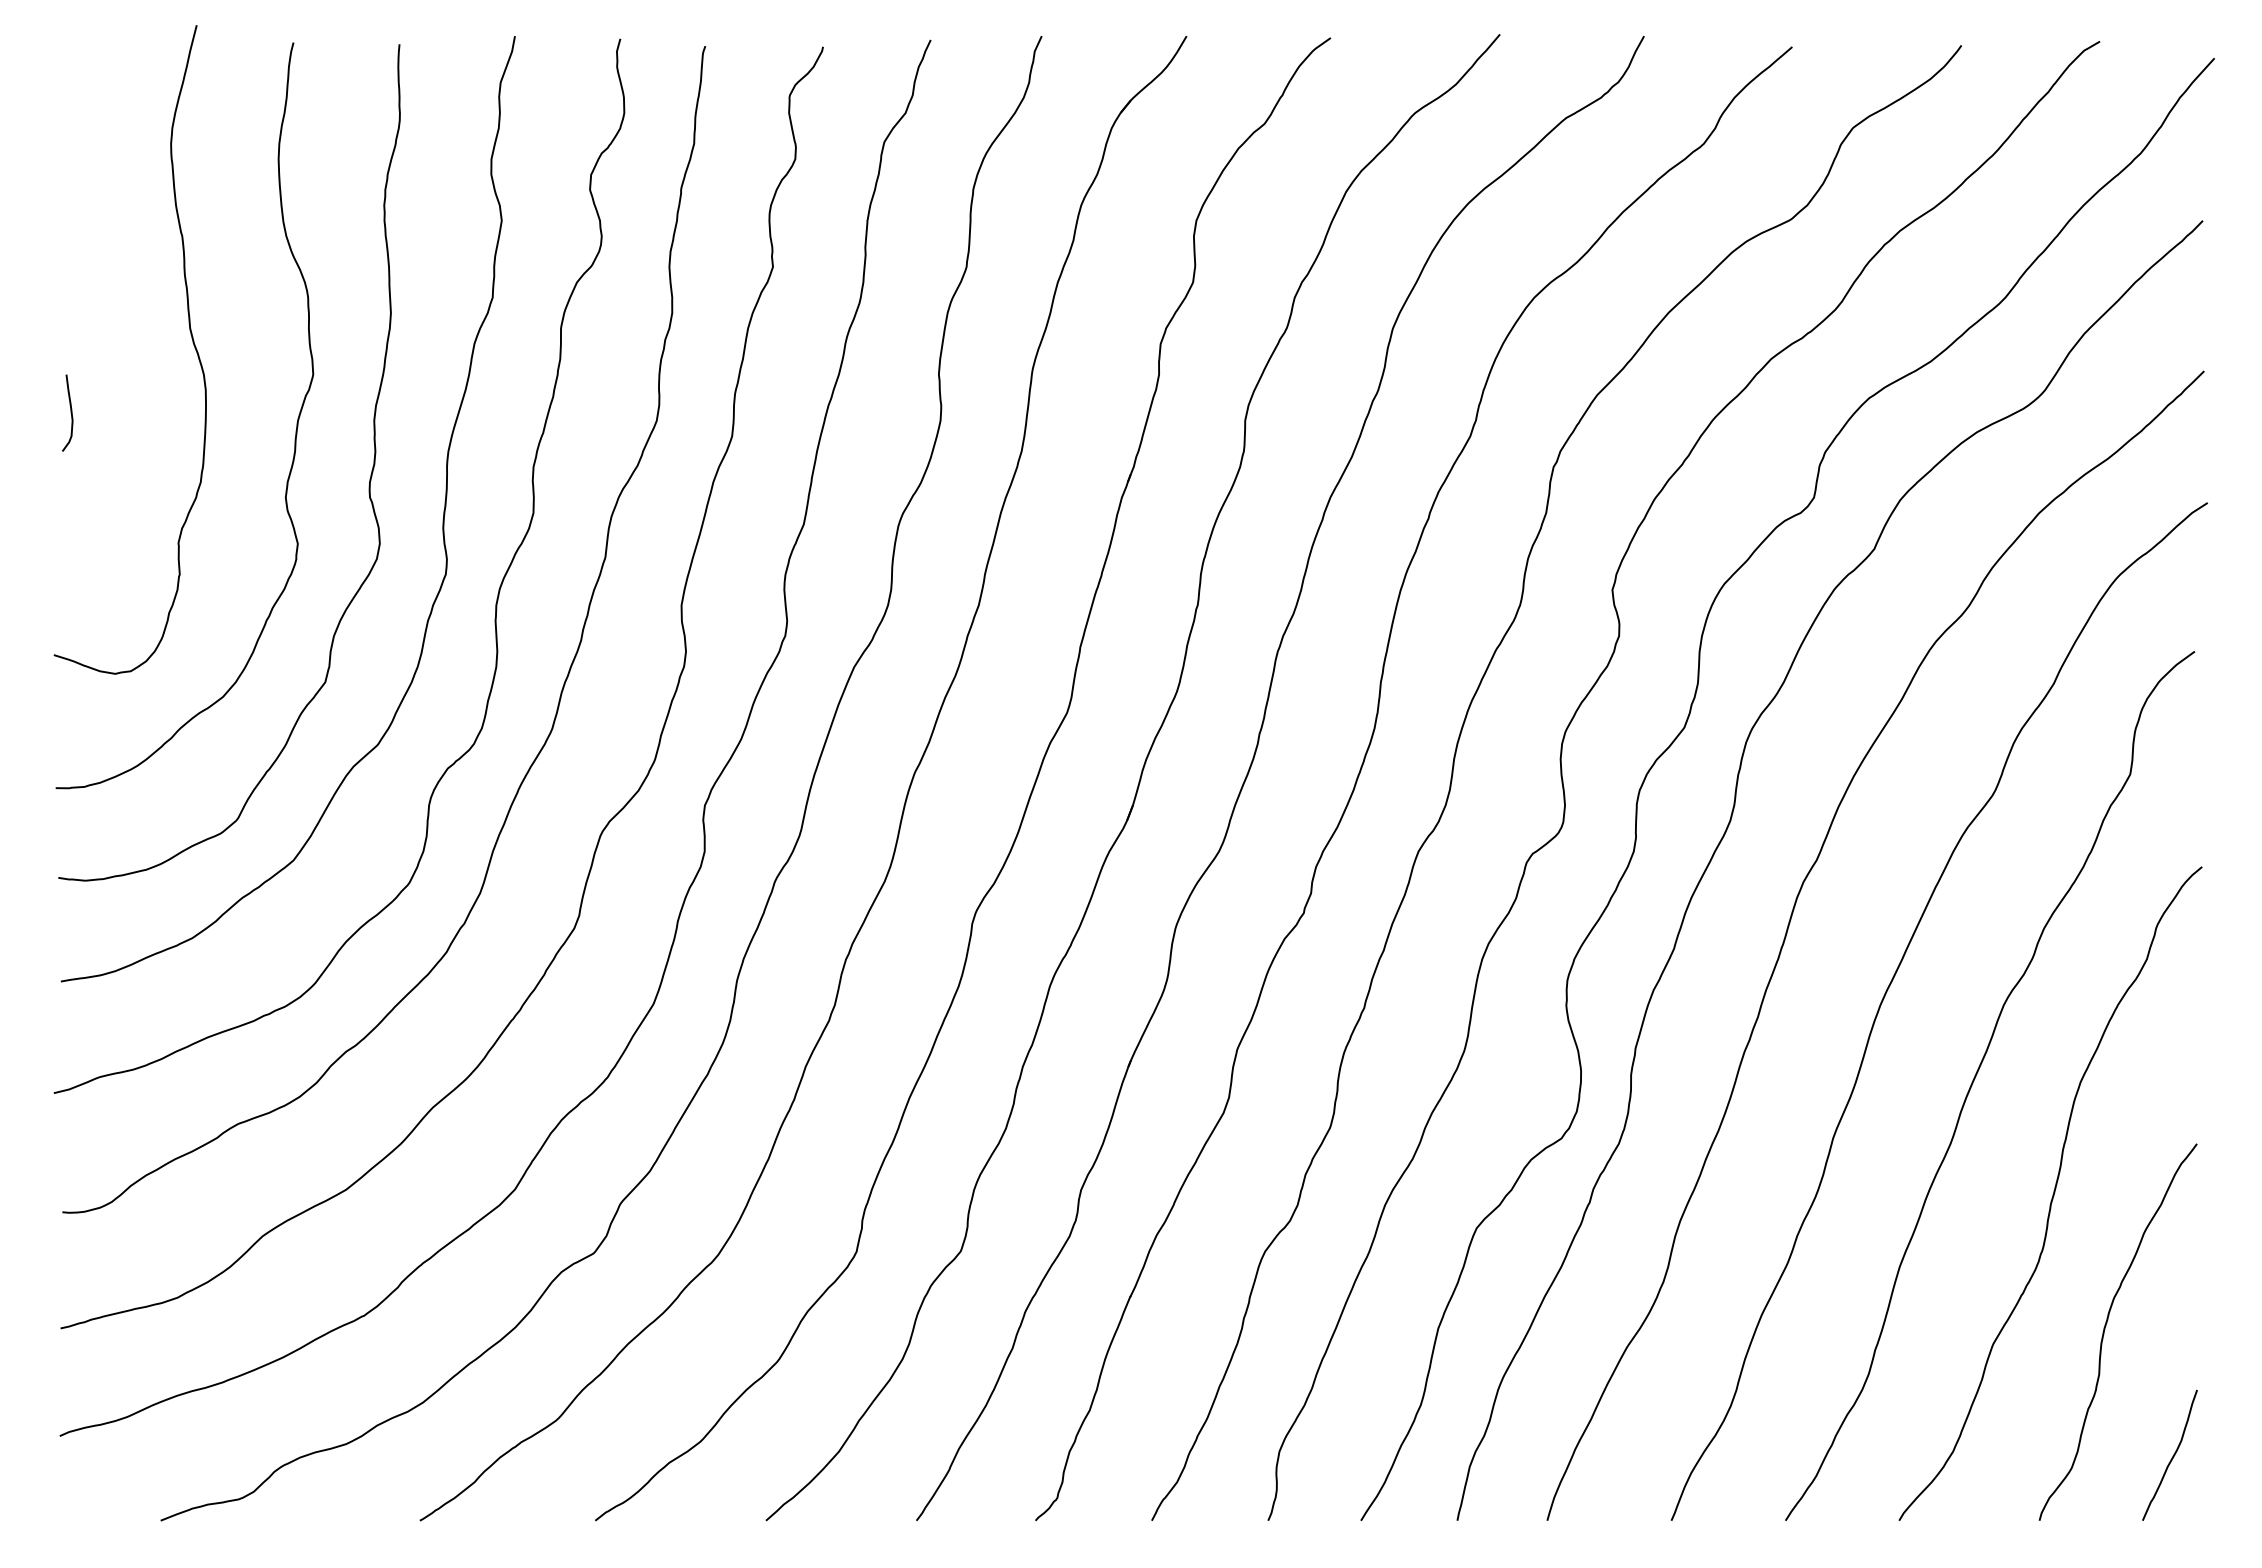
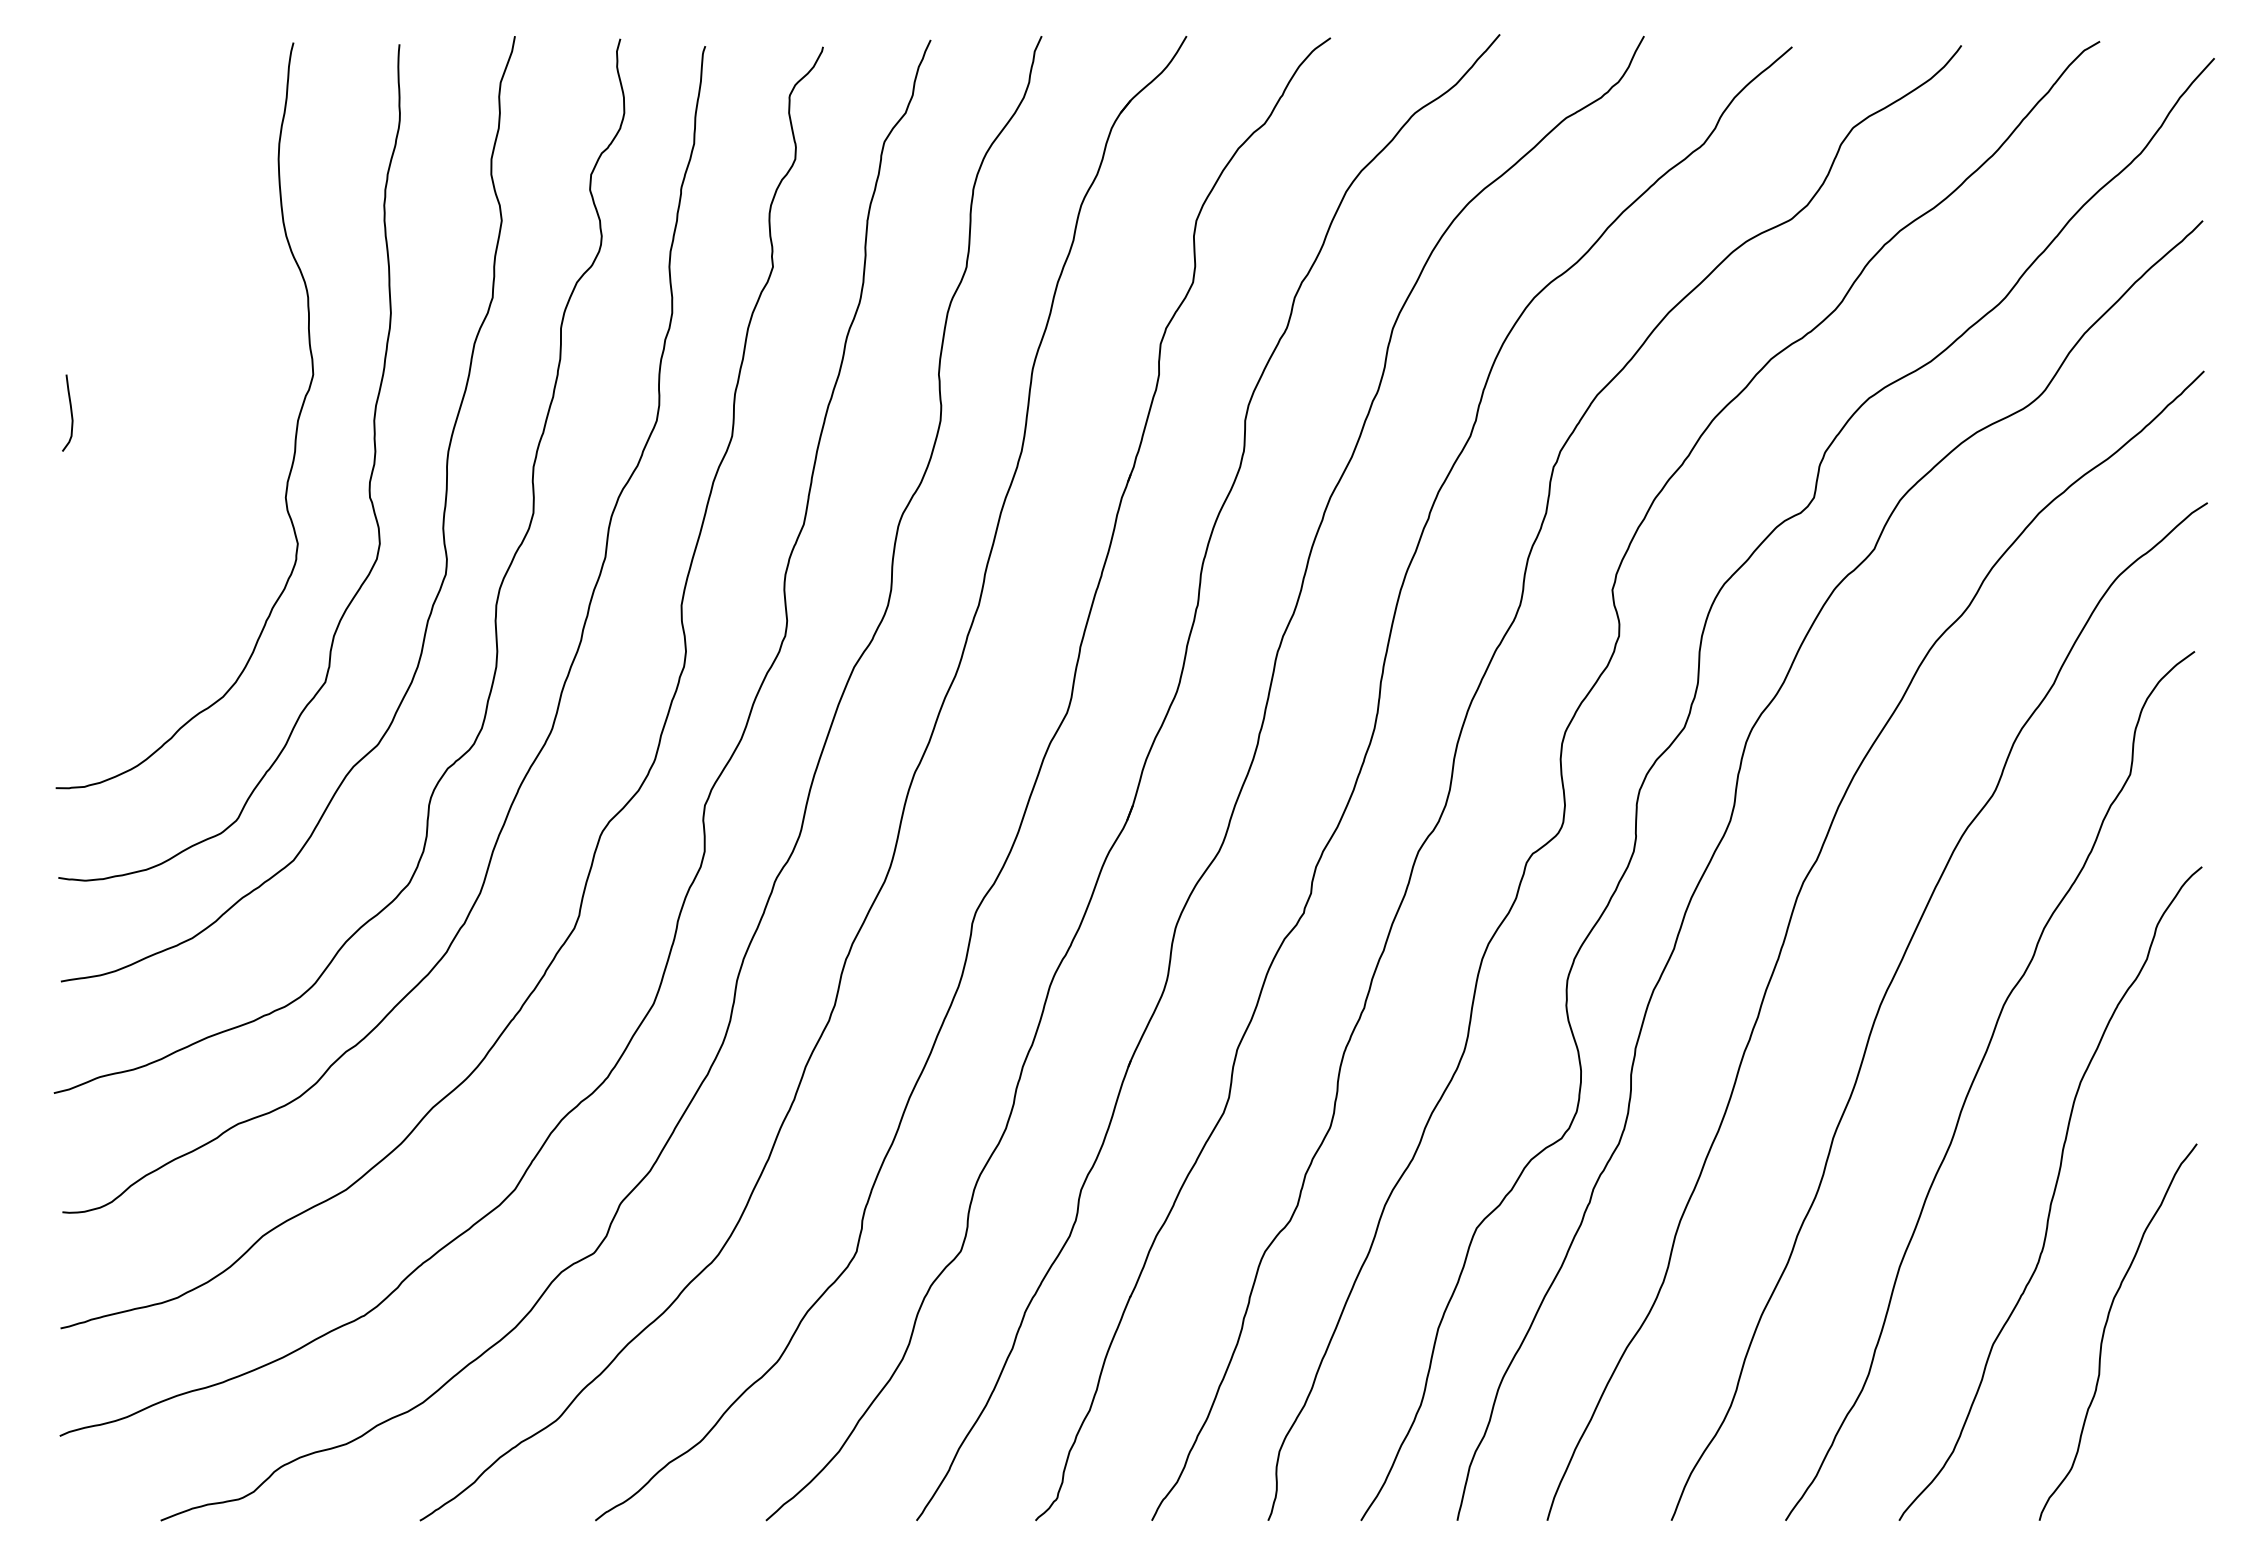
curve at (190, 334): present -> none
curve at (2172, 1456): present -> none
